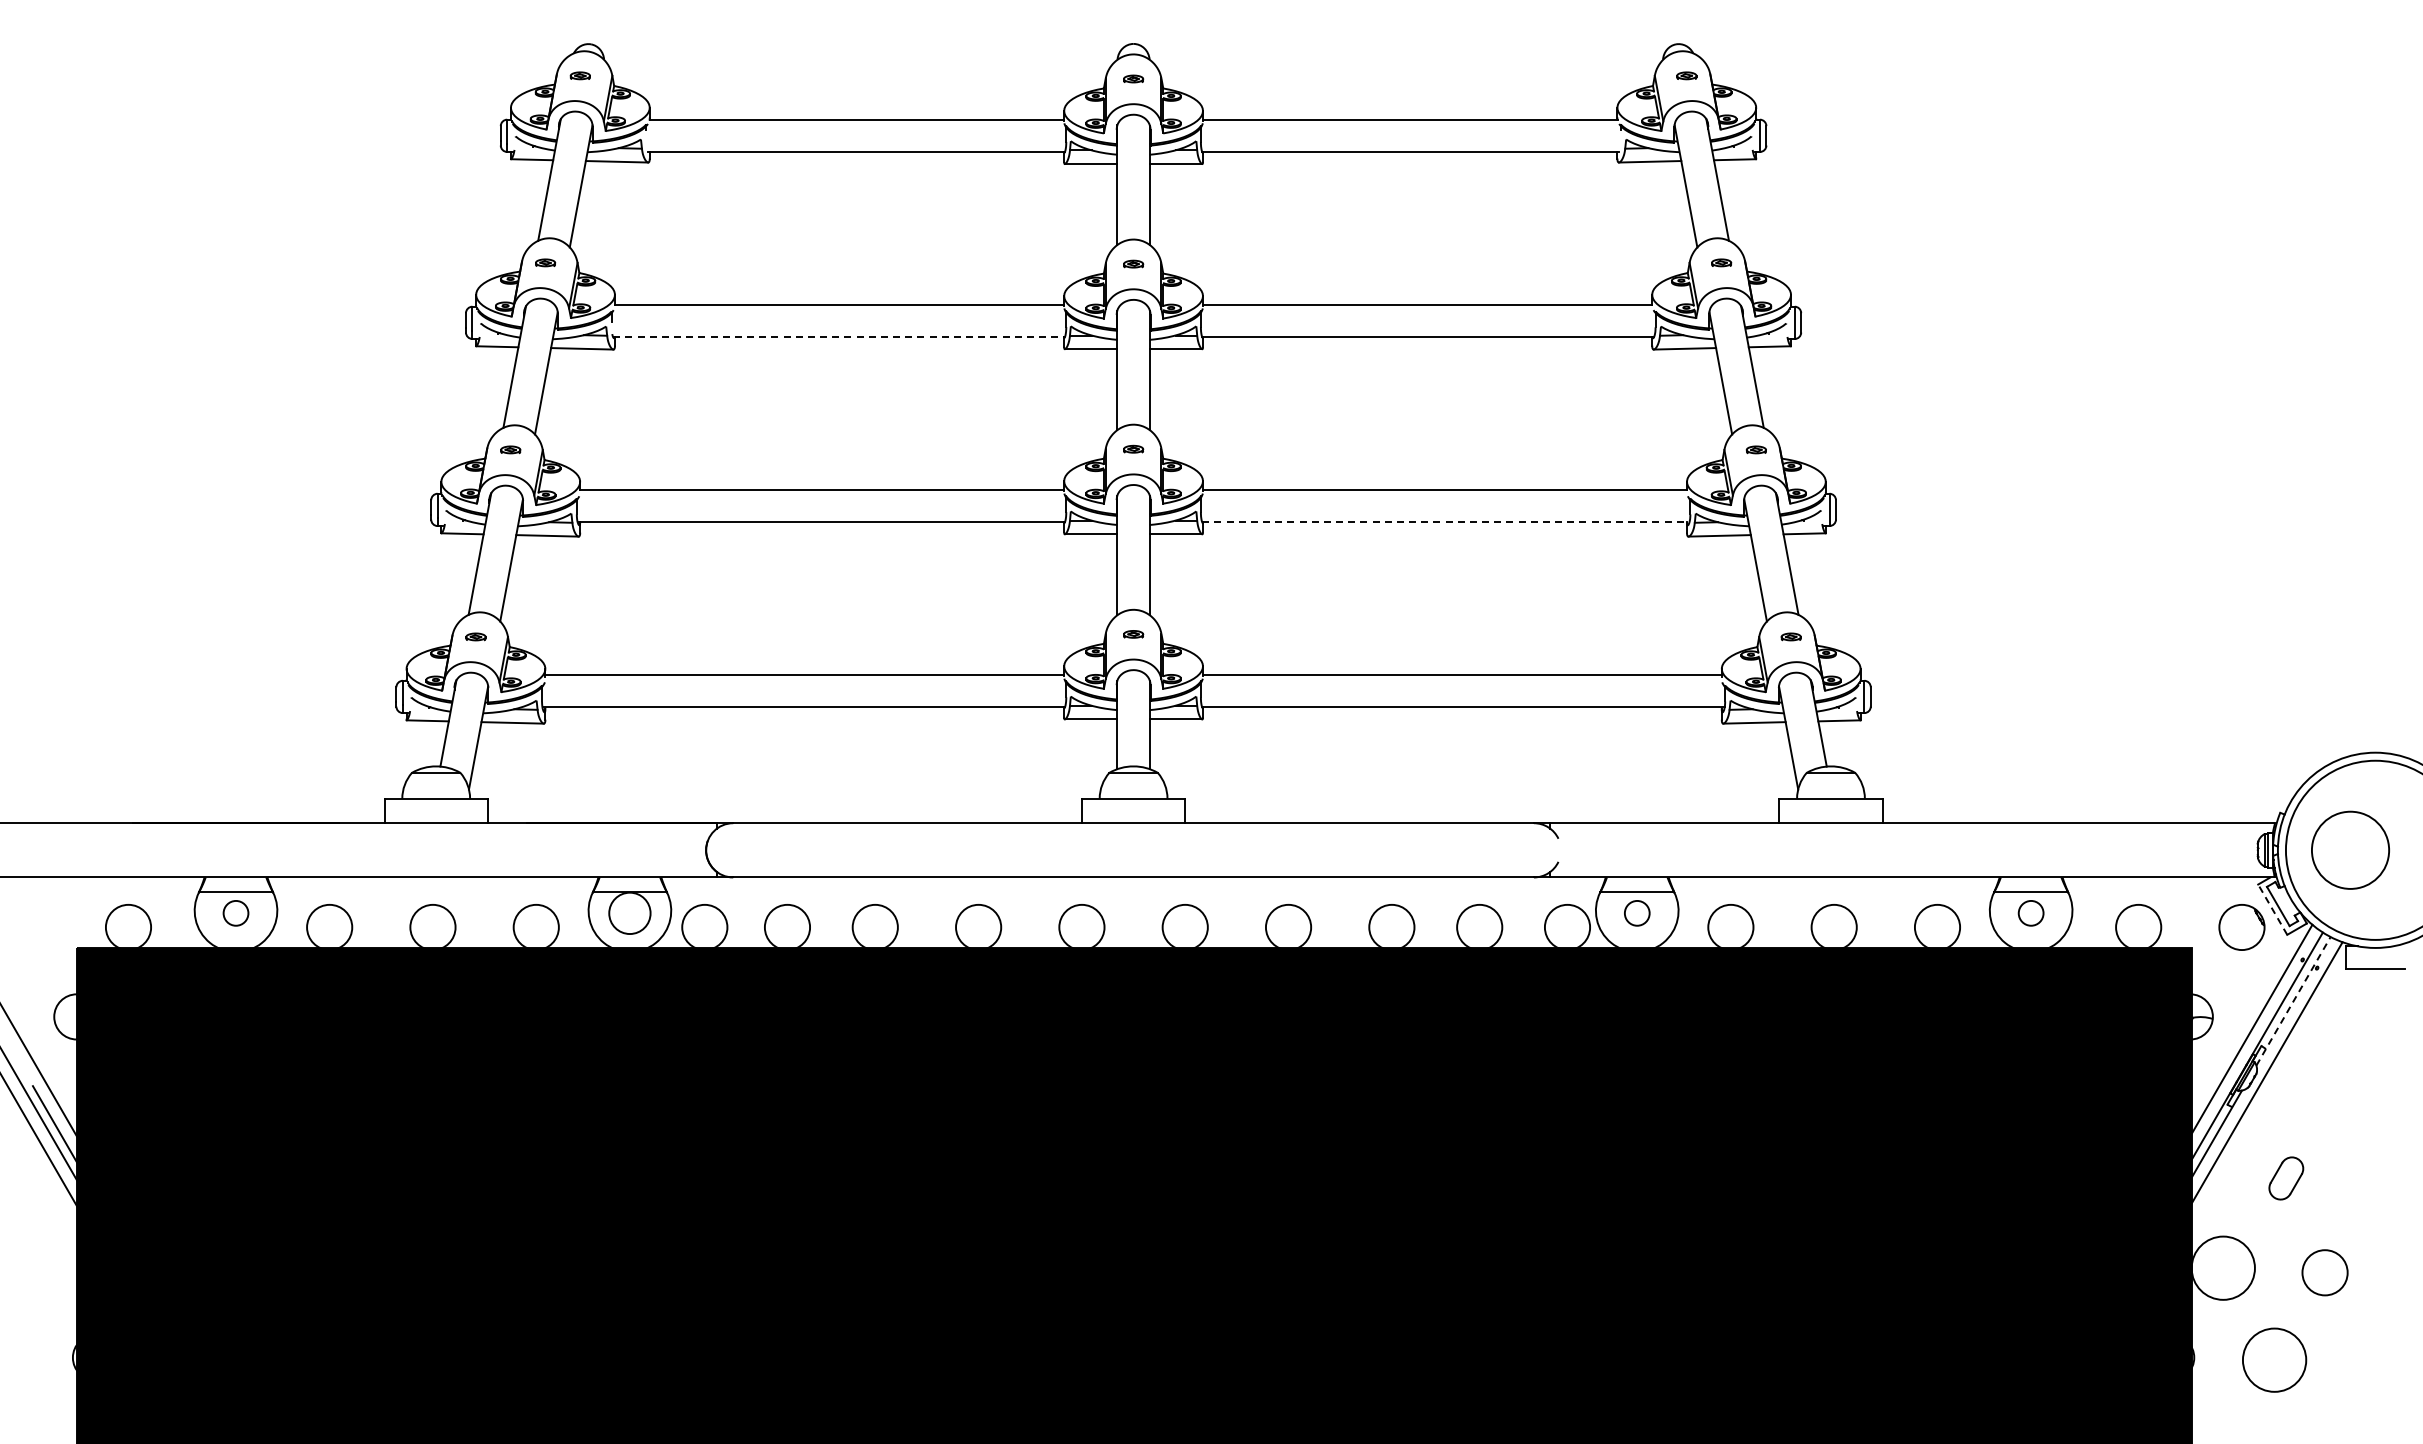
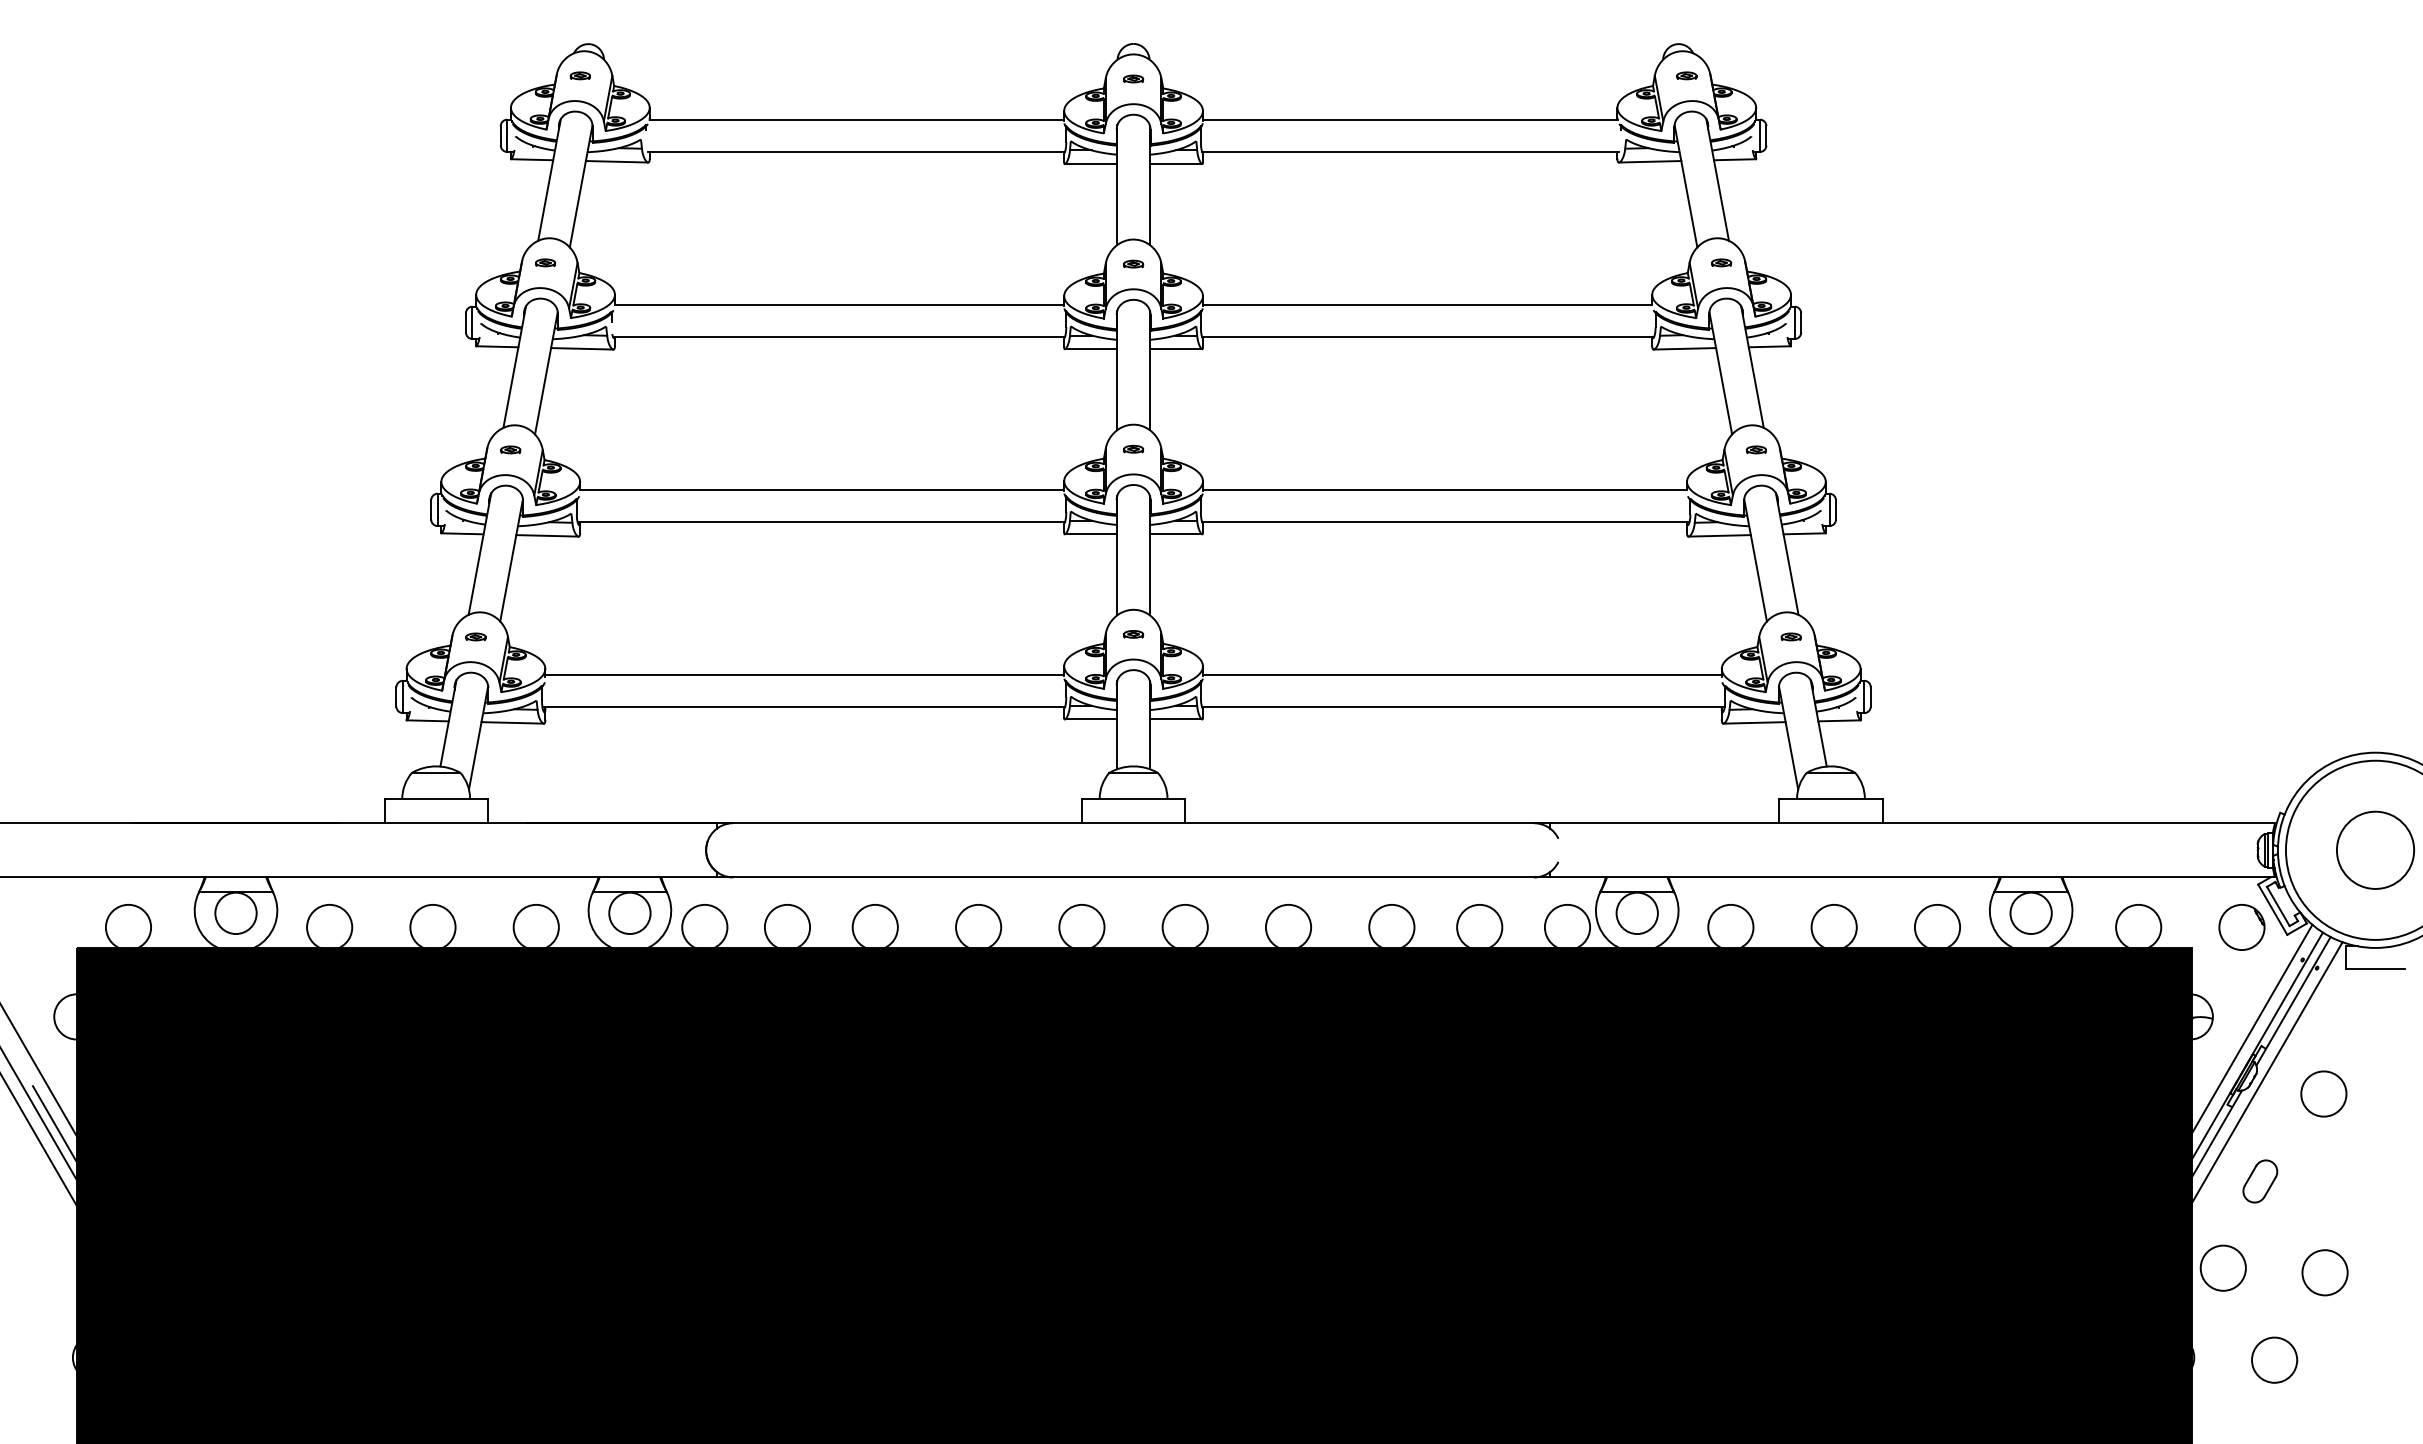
line at (839, 337): dashed -> solid
line at (1445, 522): dashed -> solid
circle at (2350, 849) position: (2350, 849) -> (2375, 849)
line at (2272, 909): dashed -> solid
circle at (235, 912) diameter: 25 px -> 41 px
circle at (1636, 912) diameter: 25 px -> 41 px
circle at (2030, 912) diameter: 25 px -> 41 px
line at (2293, 1000): dashed -> solid
circle at (2323, 1093): none -> present
part at (2286, 1178) position: (2286, 1178) -> (2260, 1181)
circle at (2222, 1267) diameter: 63 px -> 45 px
circle at (2274, 1359) diameter: 63 px -> 45 px
